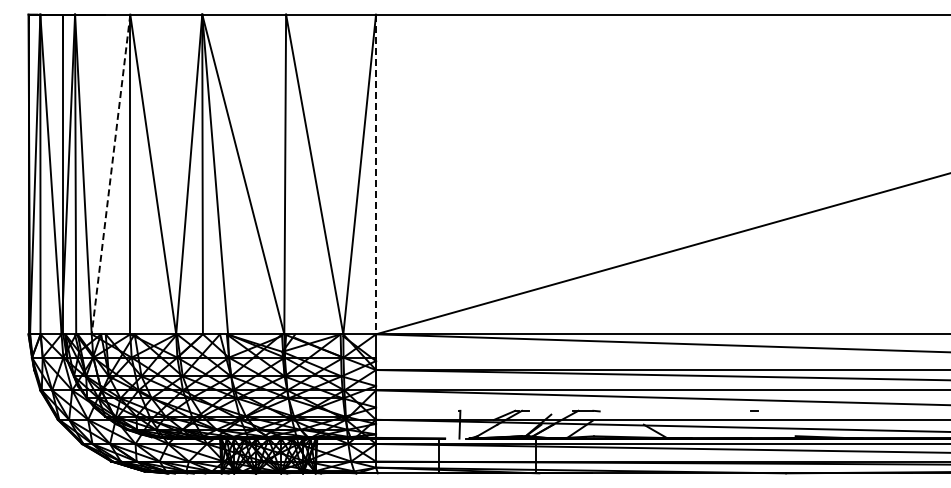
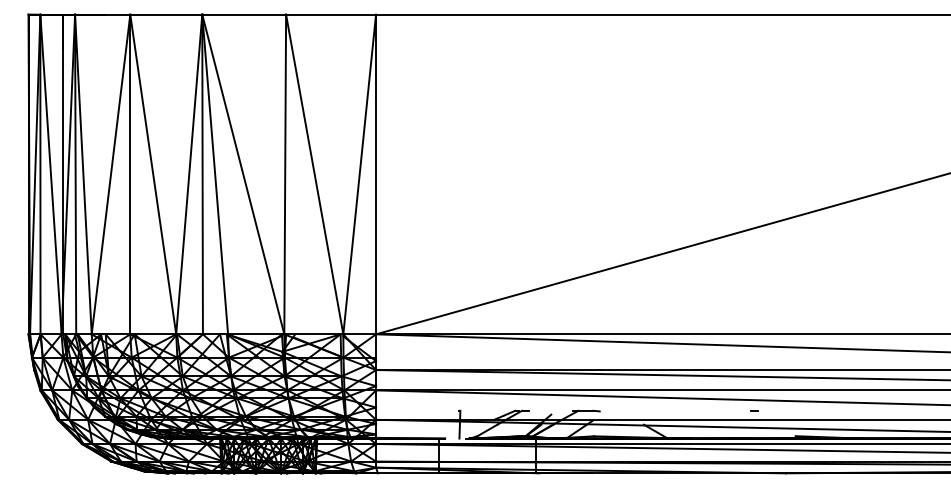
line at (110, 174): dashed -> solid
line at (376, 174): dashed -> solid
